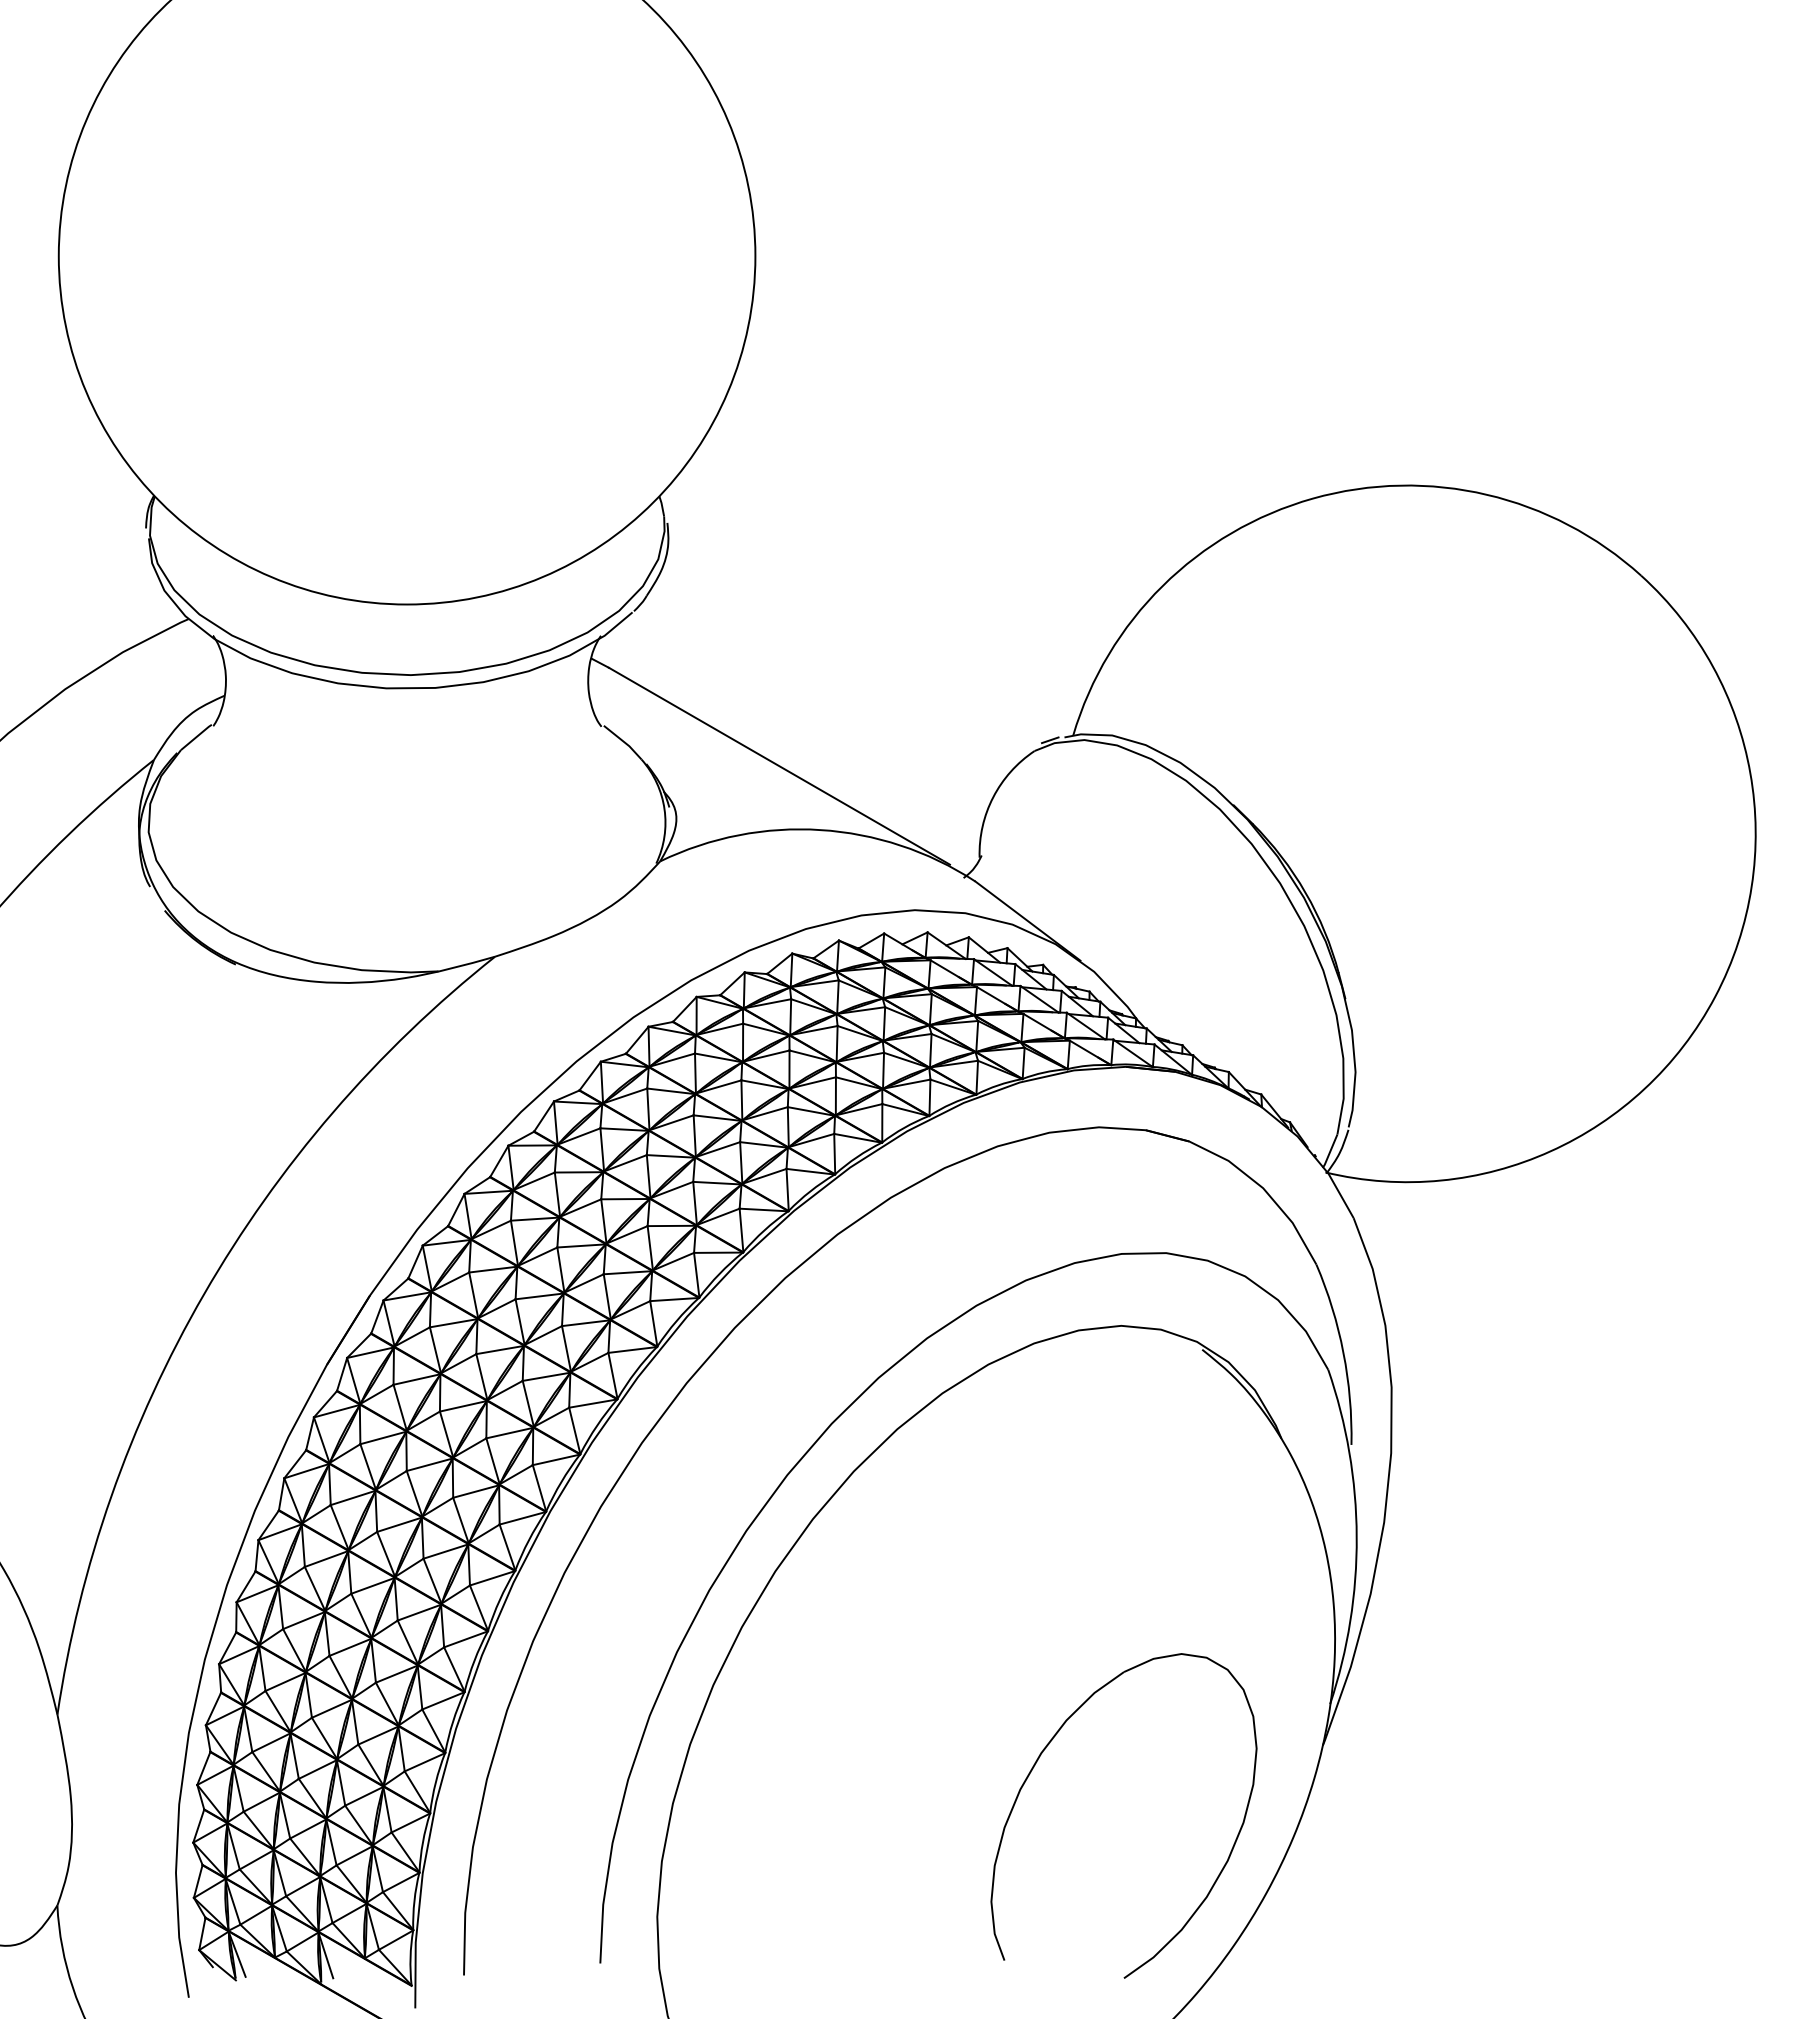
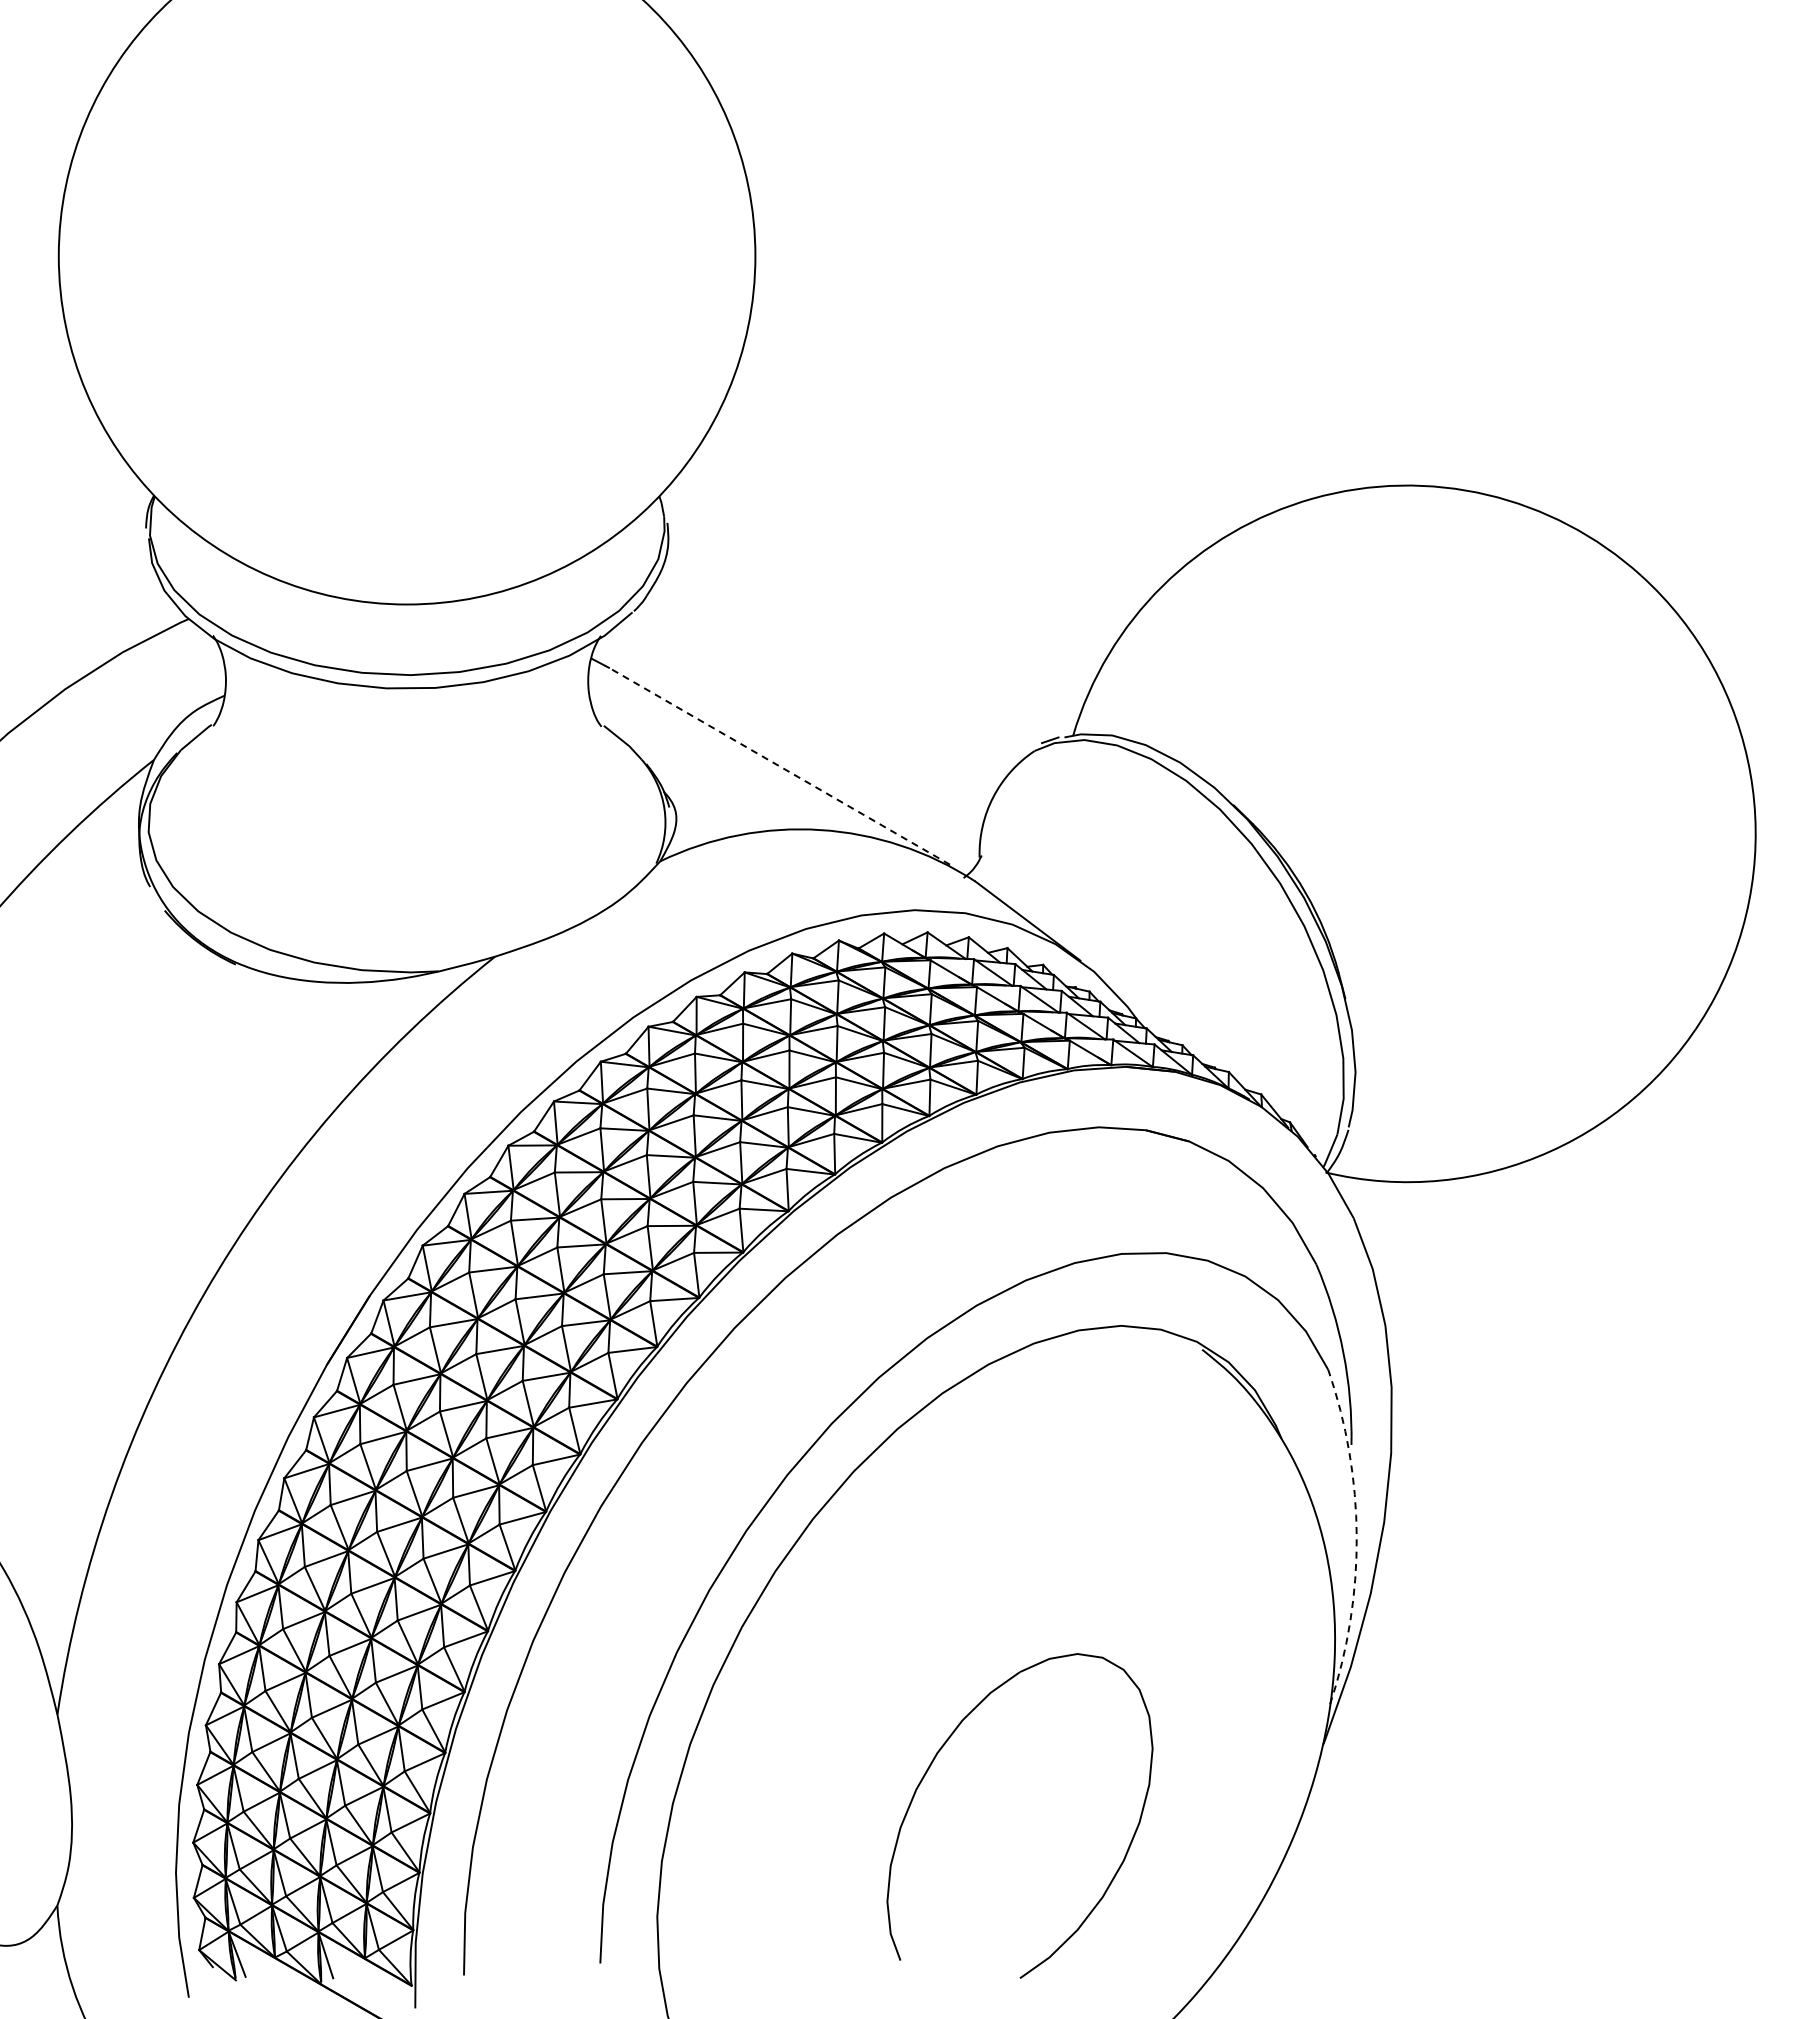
line at (779, 766): solid -> dashed
arc at (1356, 1536): solid -> dashed
part at (1034, 1767) position: (1034, 1767) -> (930, 1767)
